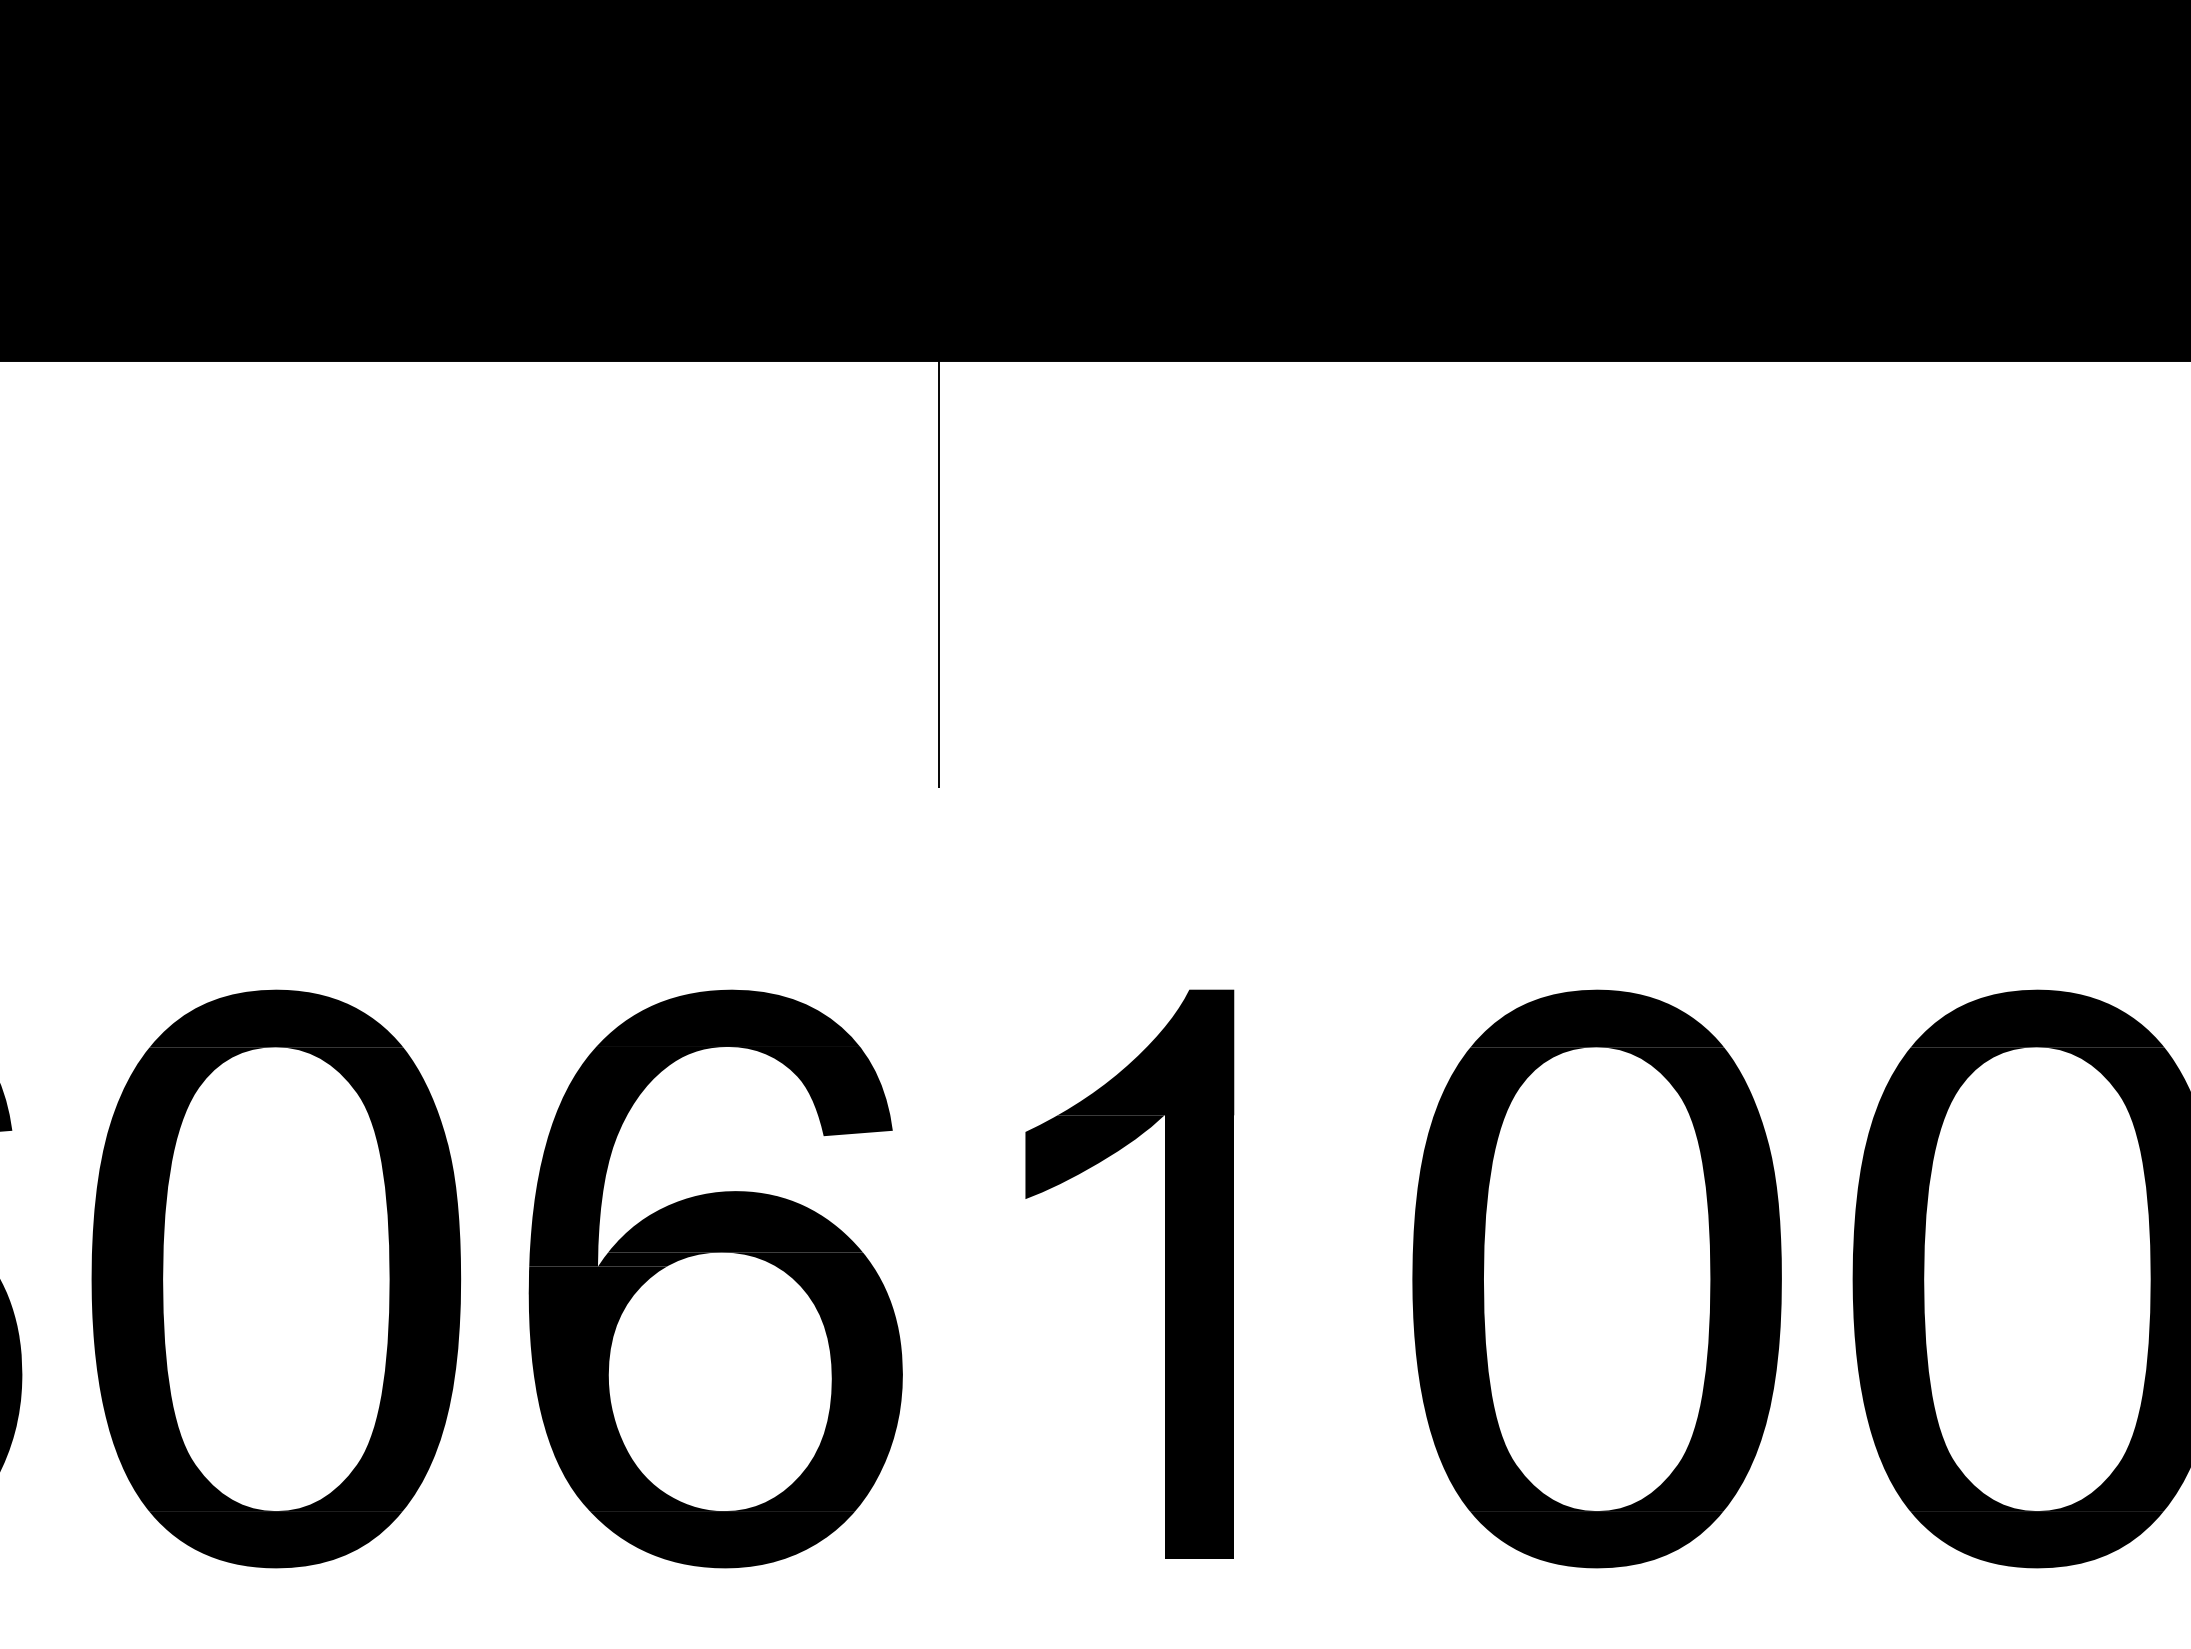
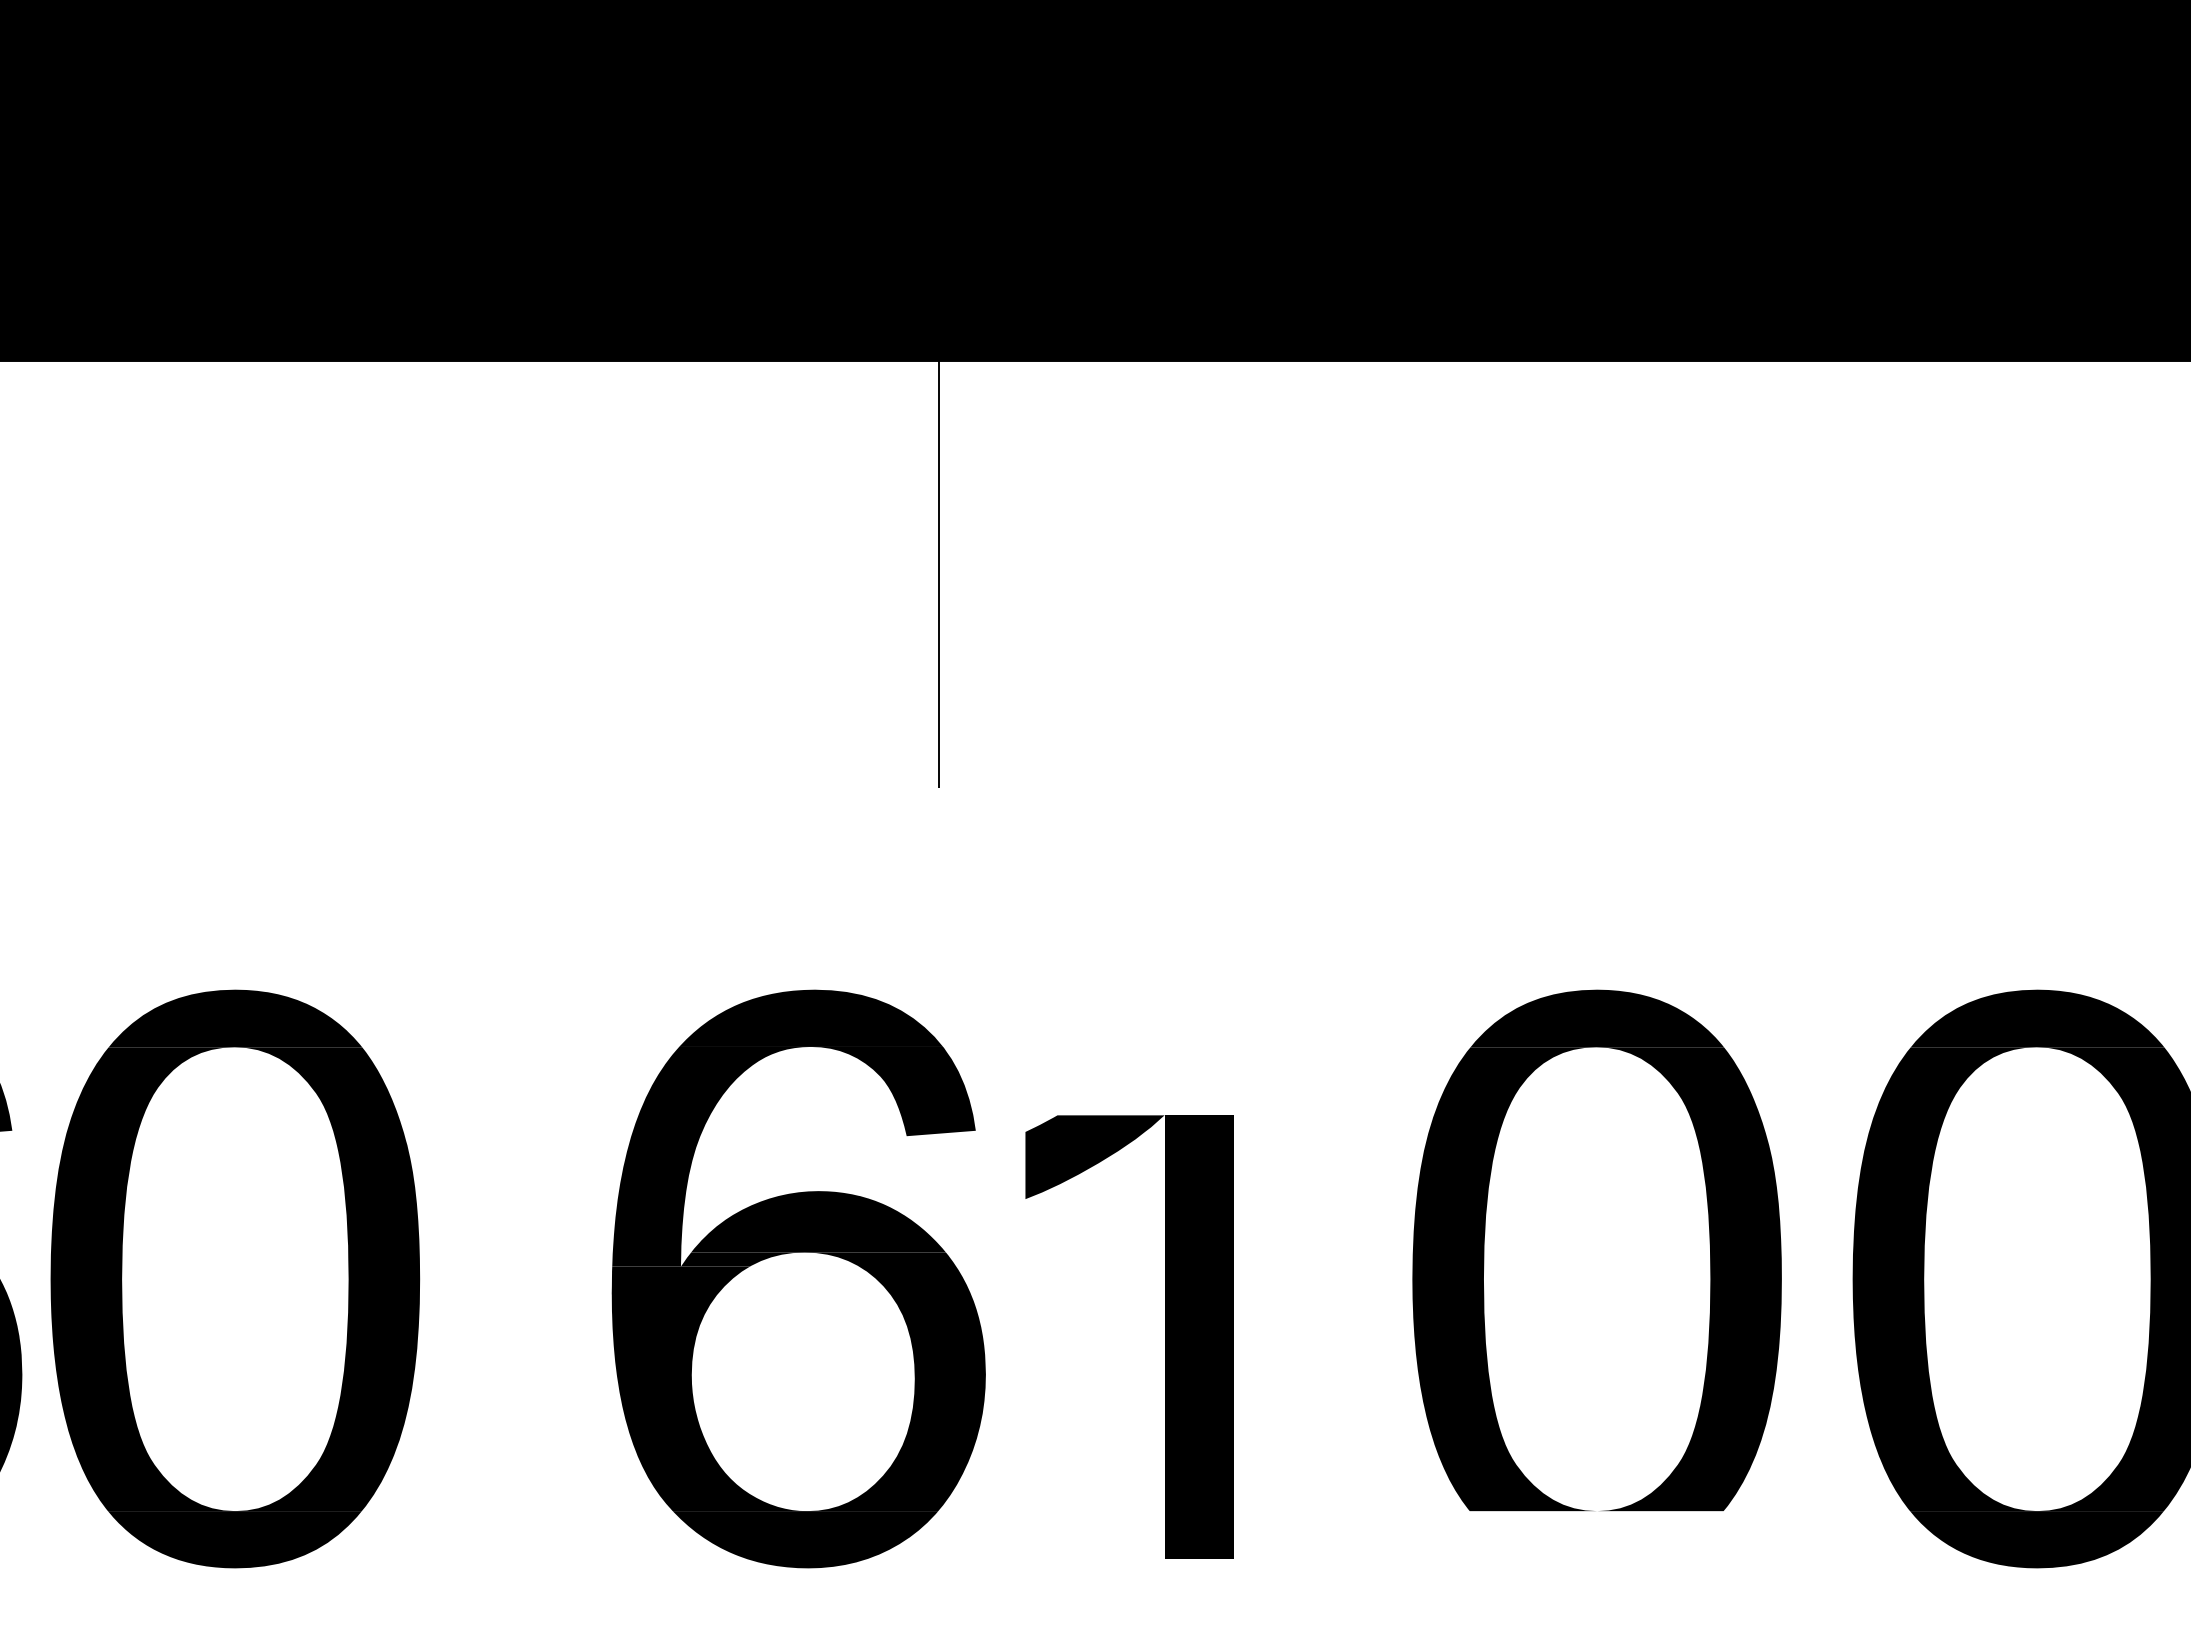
fill at (1145, 1052): present -> none
part at (276, 1278) position: (276, 1278) -> (235, 1278)
part at (715, 1278) position: (715, 1278) -> (798, 1278)
fill at (1596, 1539): present -> none
